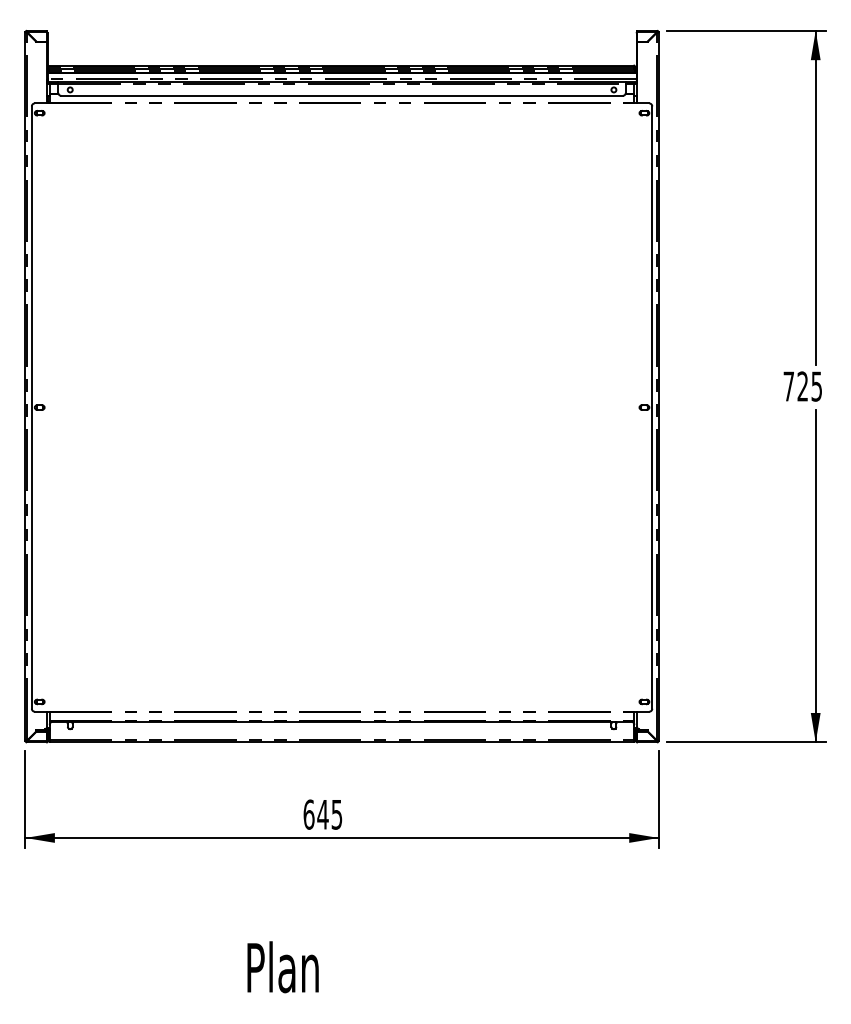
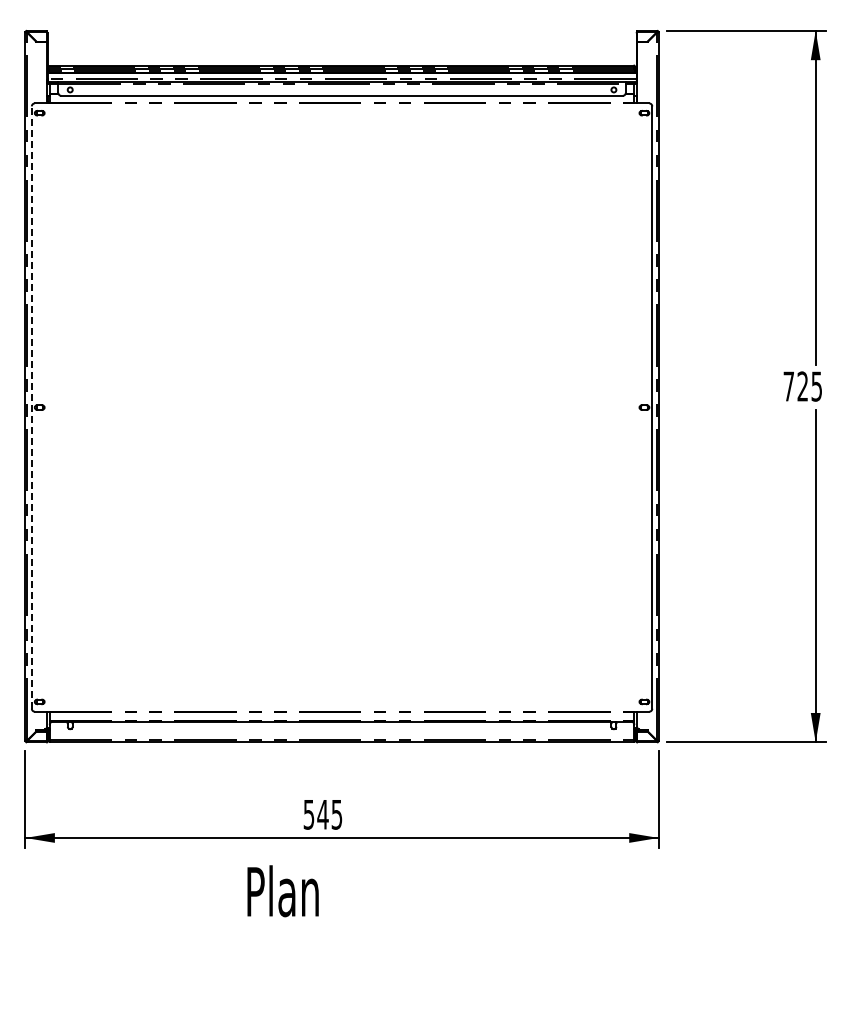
line at (31, 407): solid -> dashed
text at (308, 814): 645 -> 545
text at (282, 967) position: (282, 967) -> (282, 891)
